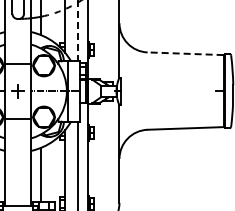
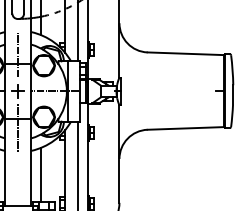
line at (77, 31): dashed -> solid
line at (185, 53): dashed -> solid
line at (18, 54): none -> present
line at (18, 127): none -> present
